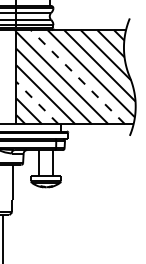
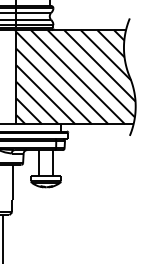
line at (77, 76): dashed -> solid
line at (37, 103): dashed -> solid
